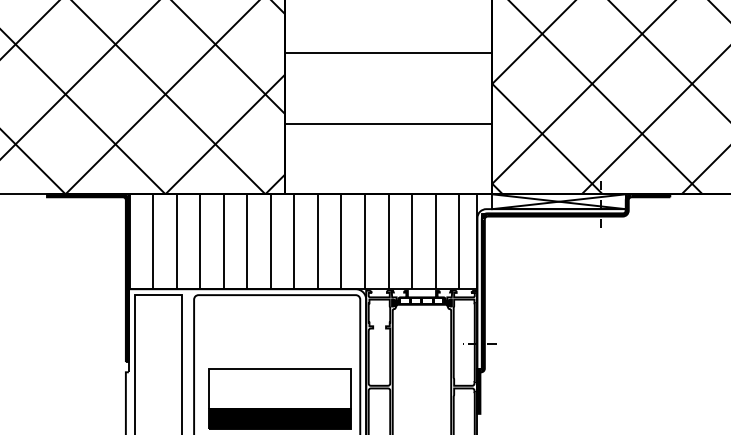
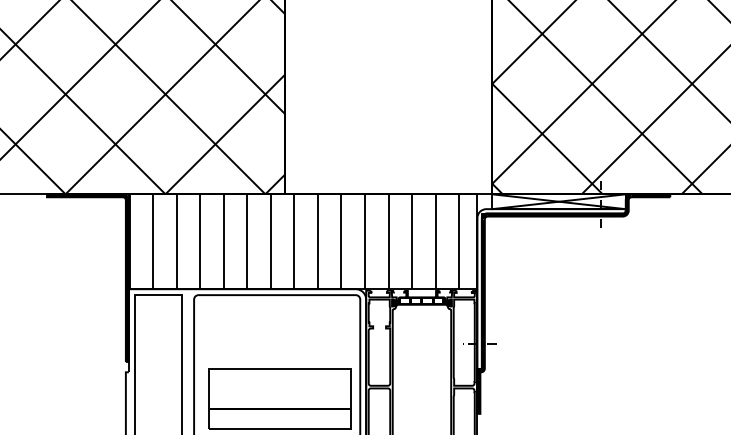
hatch at (388, 123): present -> none
fill at (279, 418): present -> none
